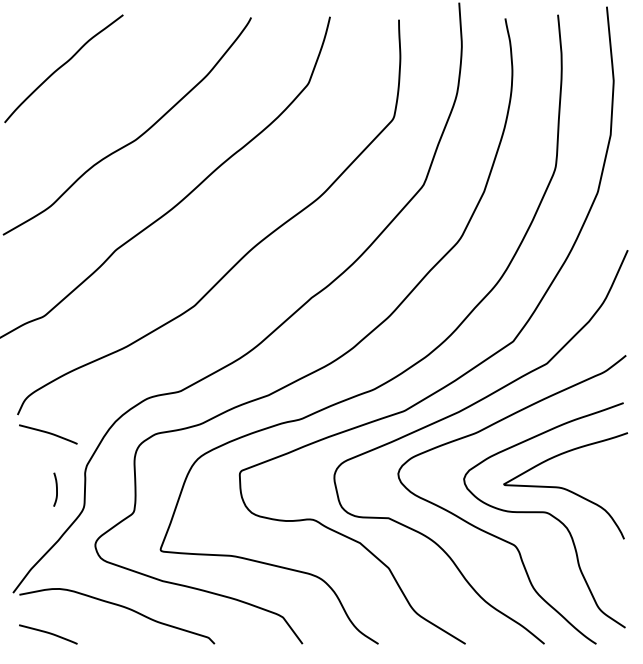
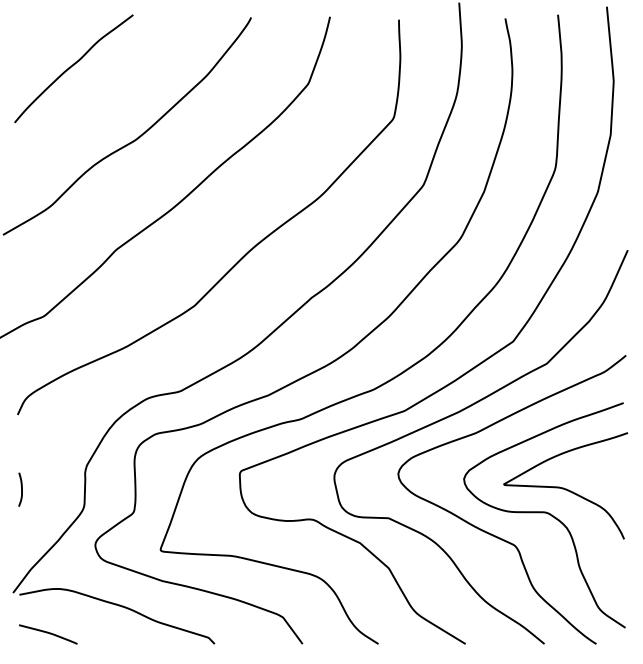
curve at (63, 66) position: (63, 66) -> (73, 66)
curve at (48, 433): present -> none
curve at (56, 489) position: (56, 489) -> (21, 489)
